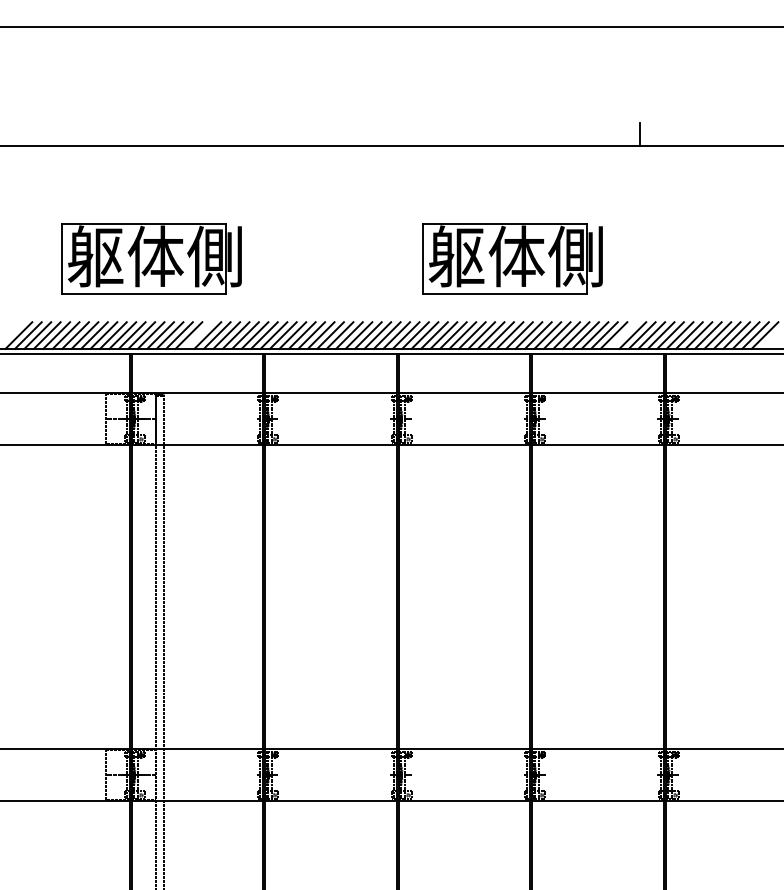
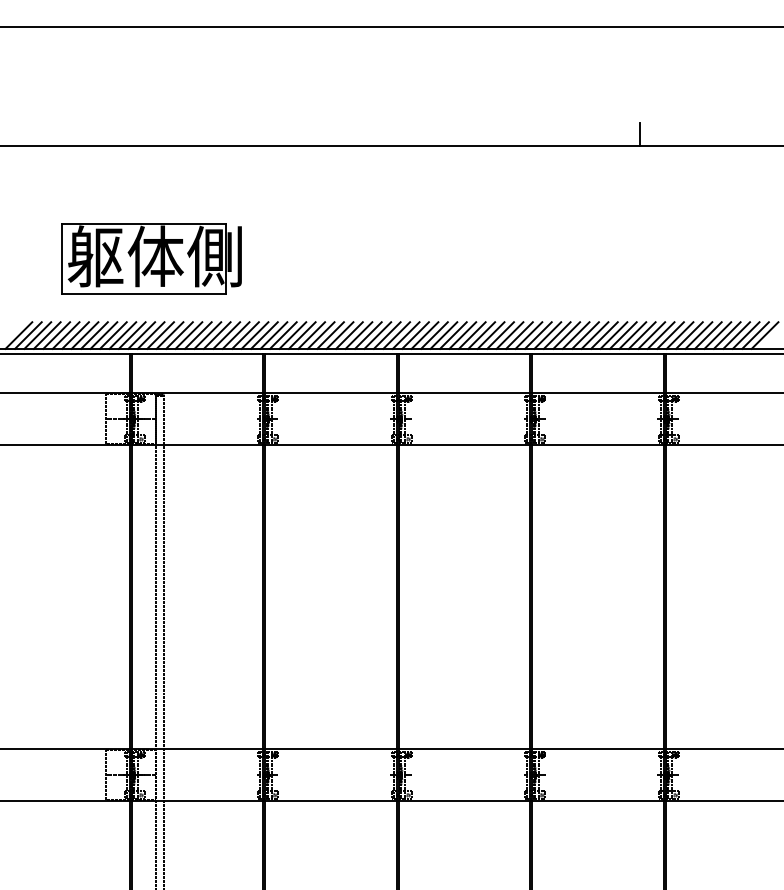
part at (512, 258): present -> none
line at (198, 335): none -> present
line at (623, 335): none -> present
